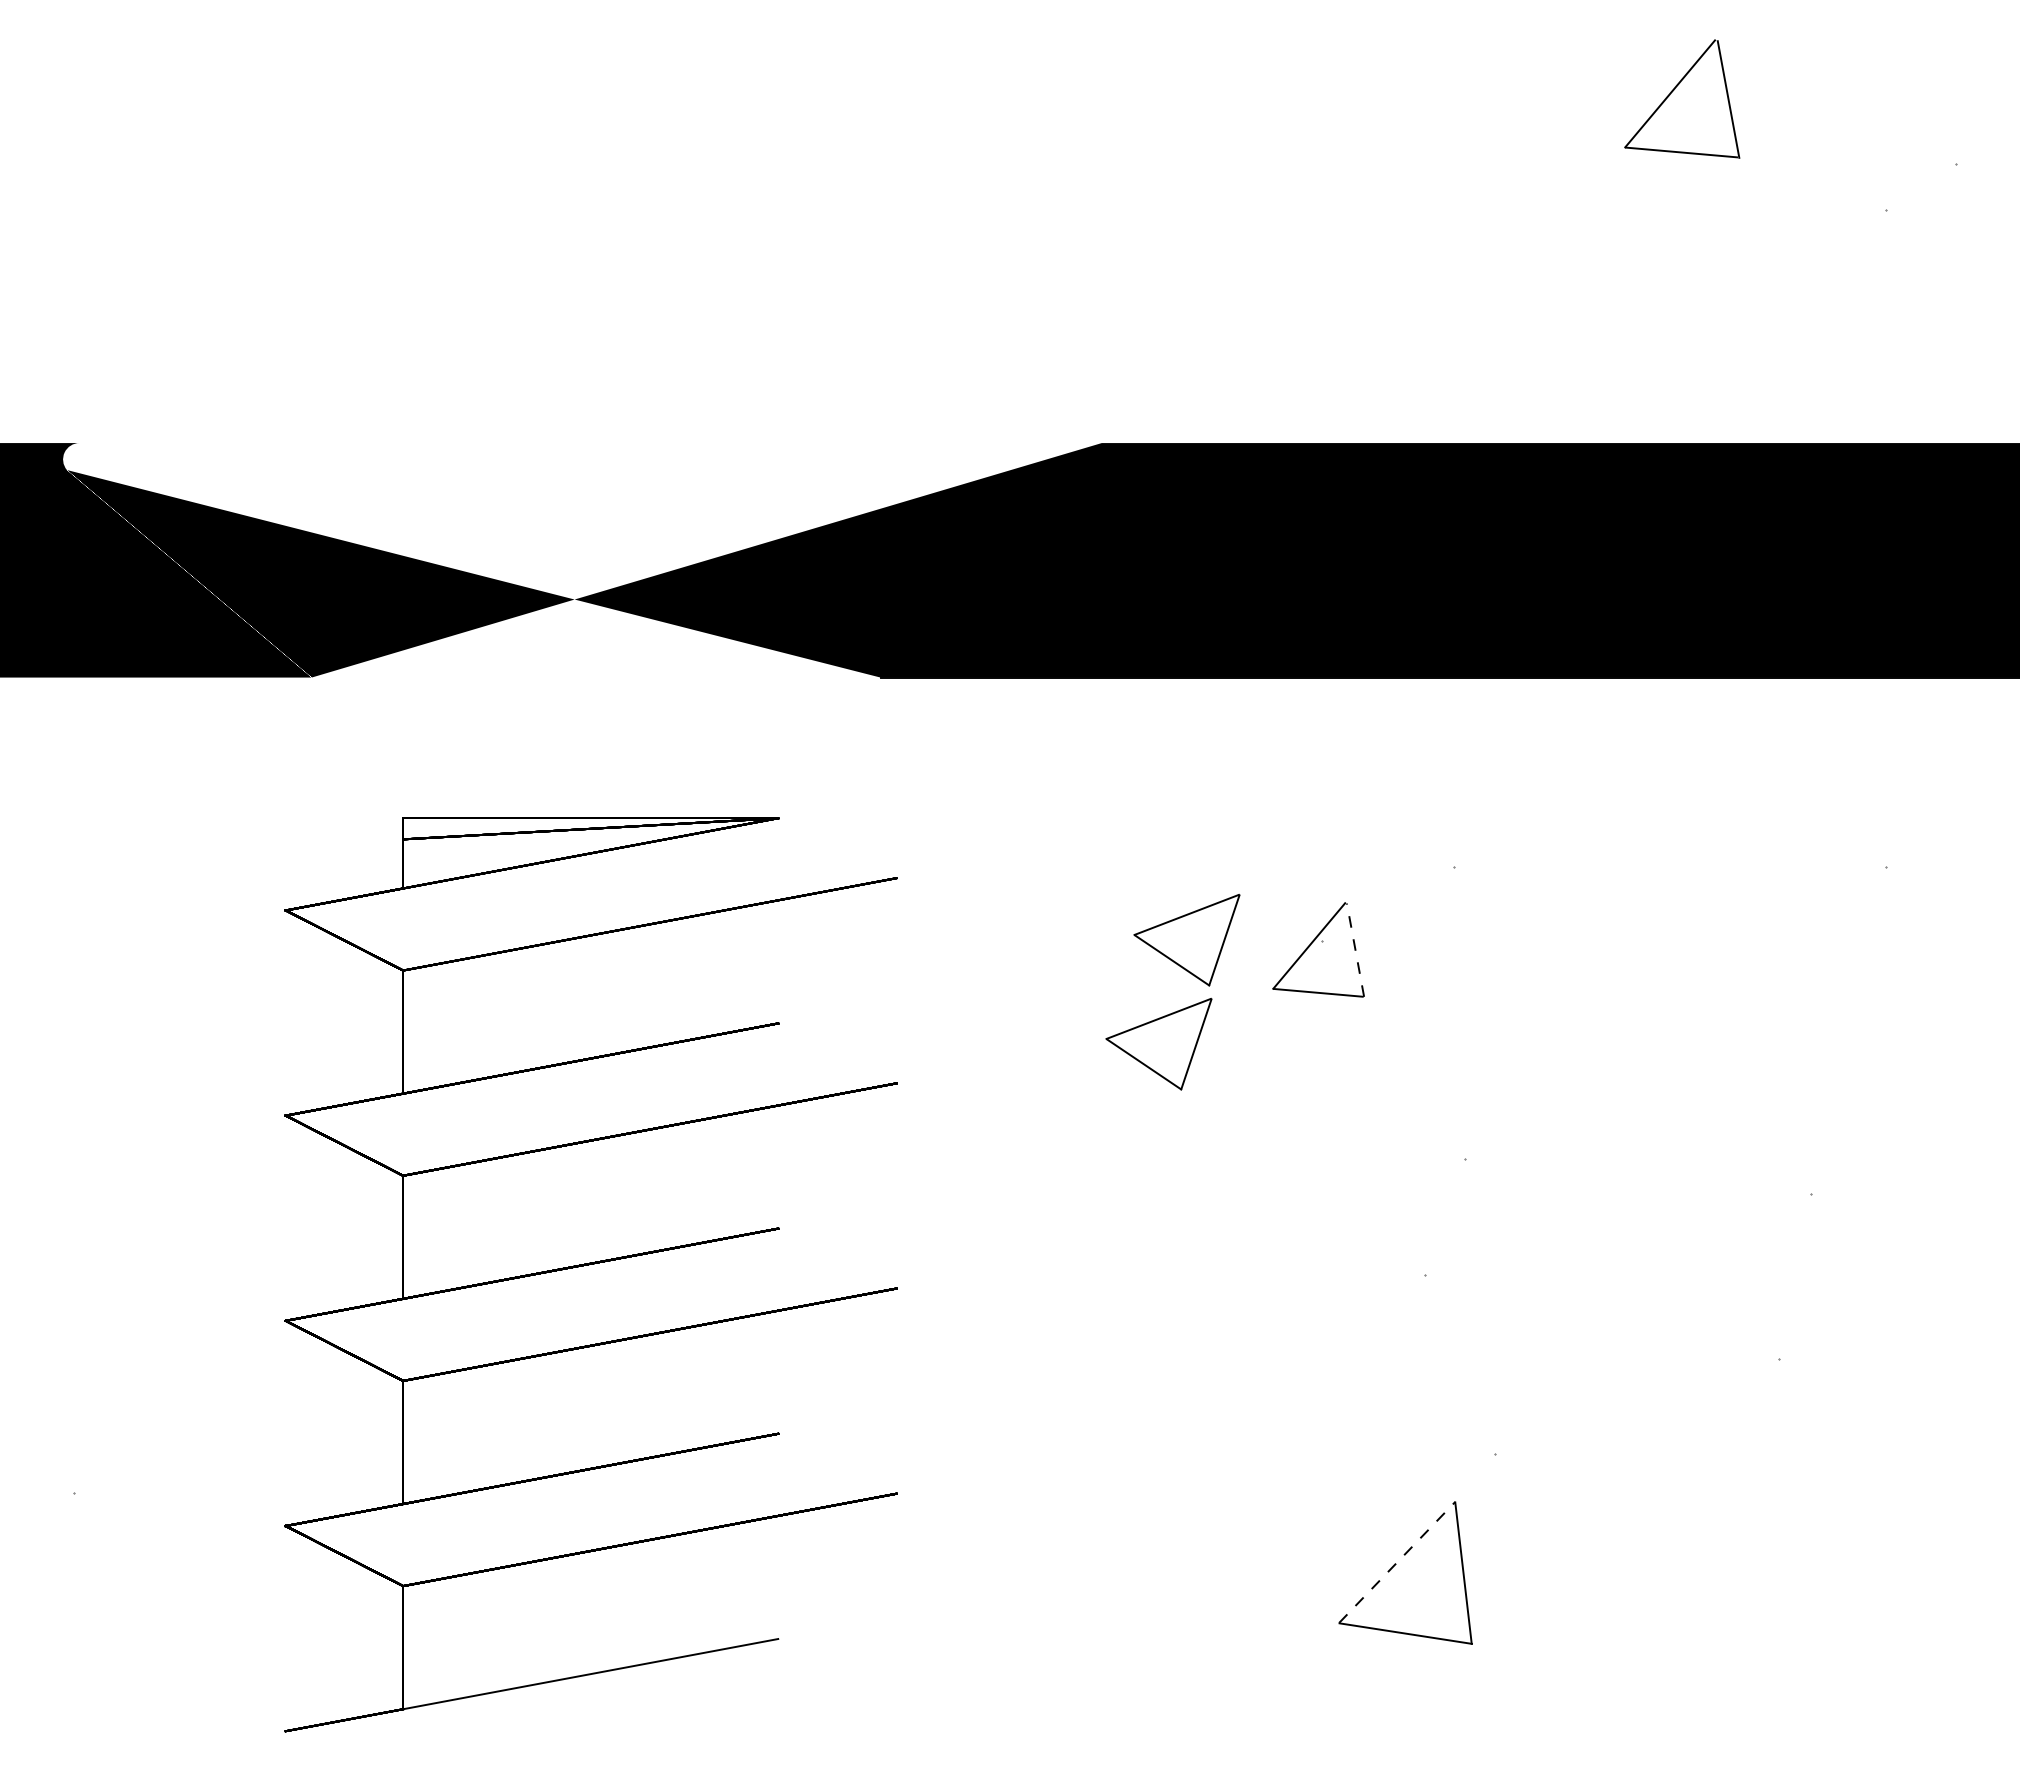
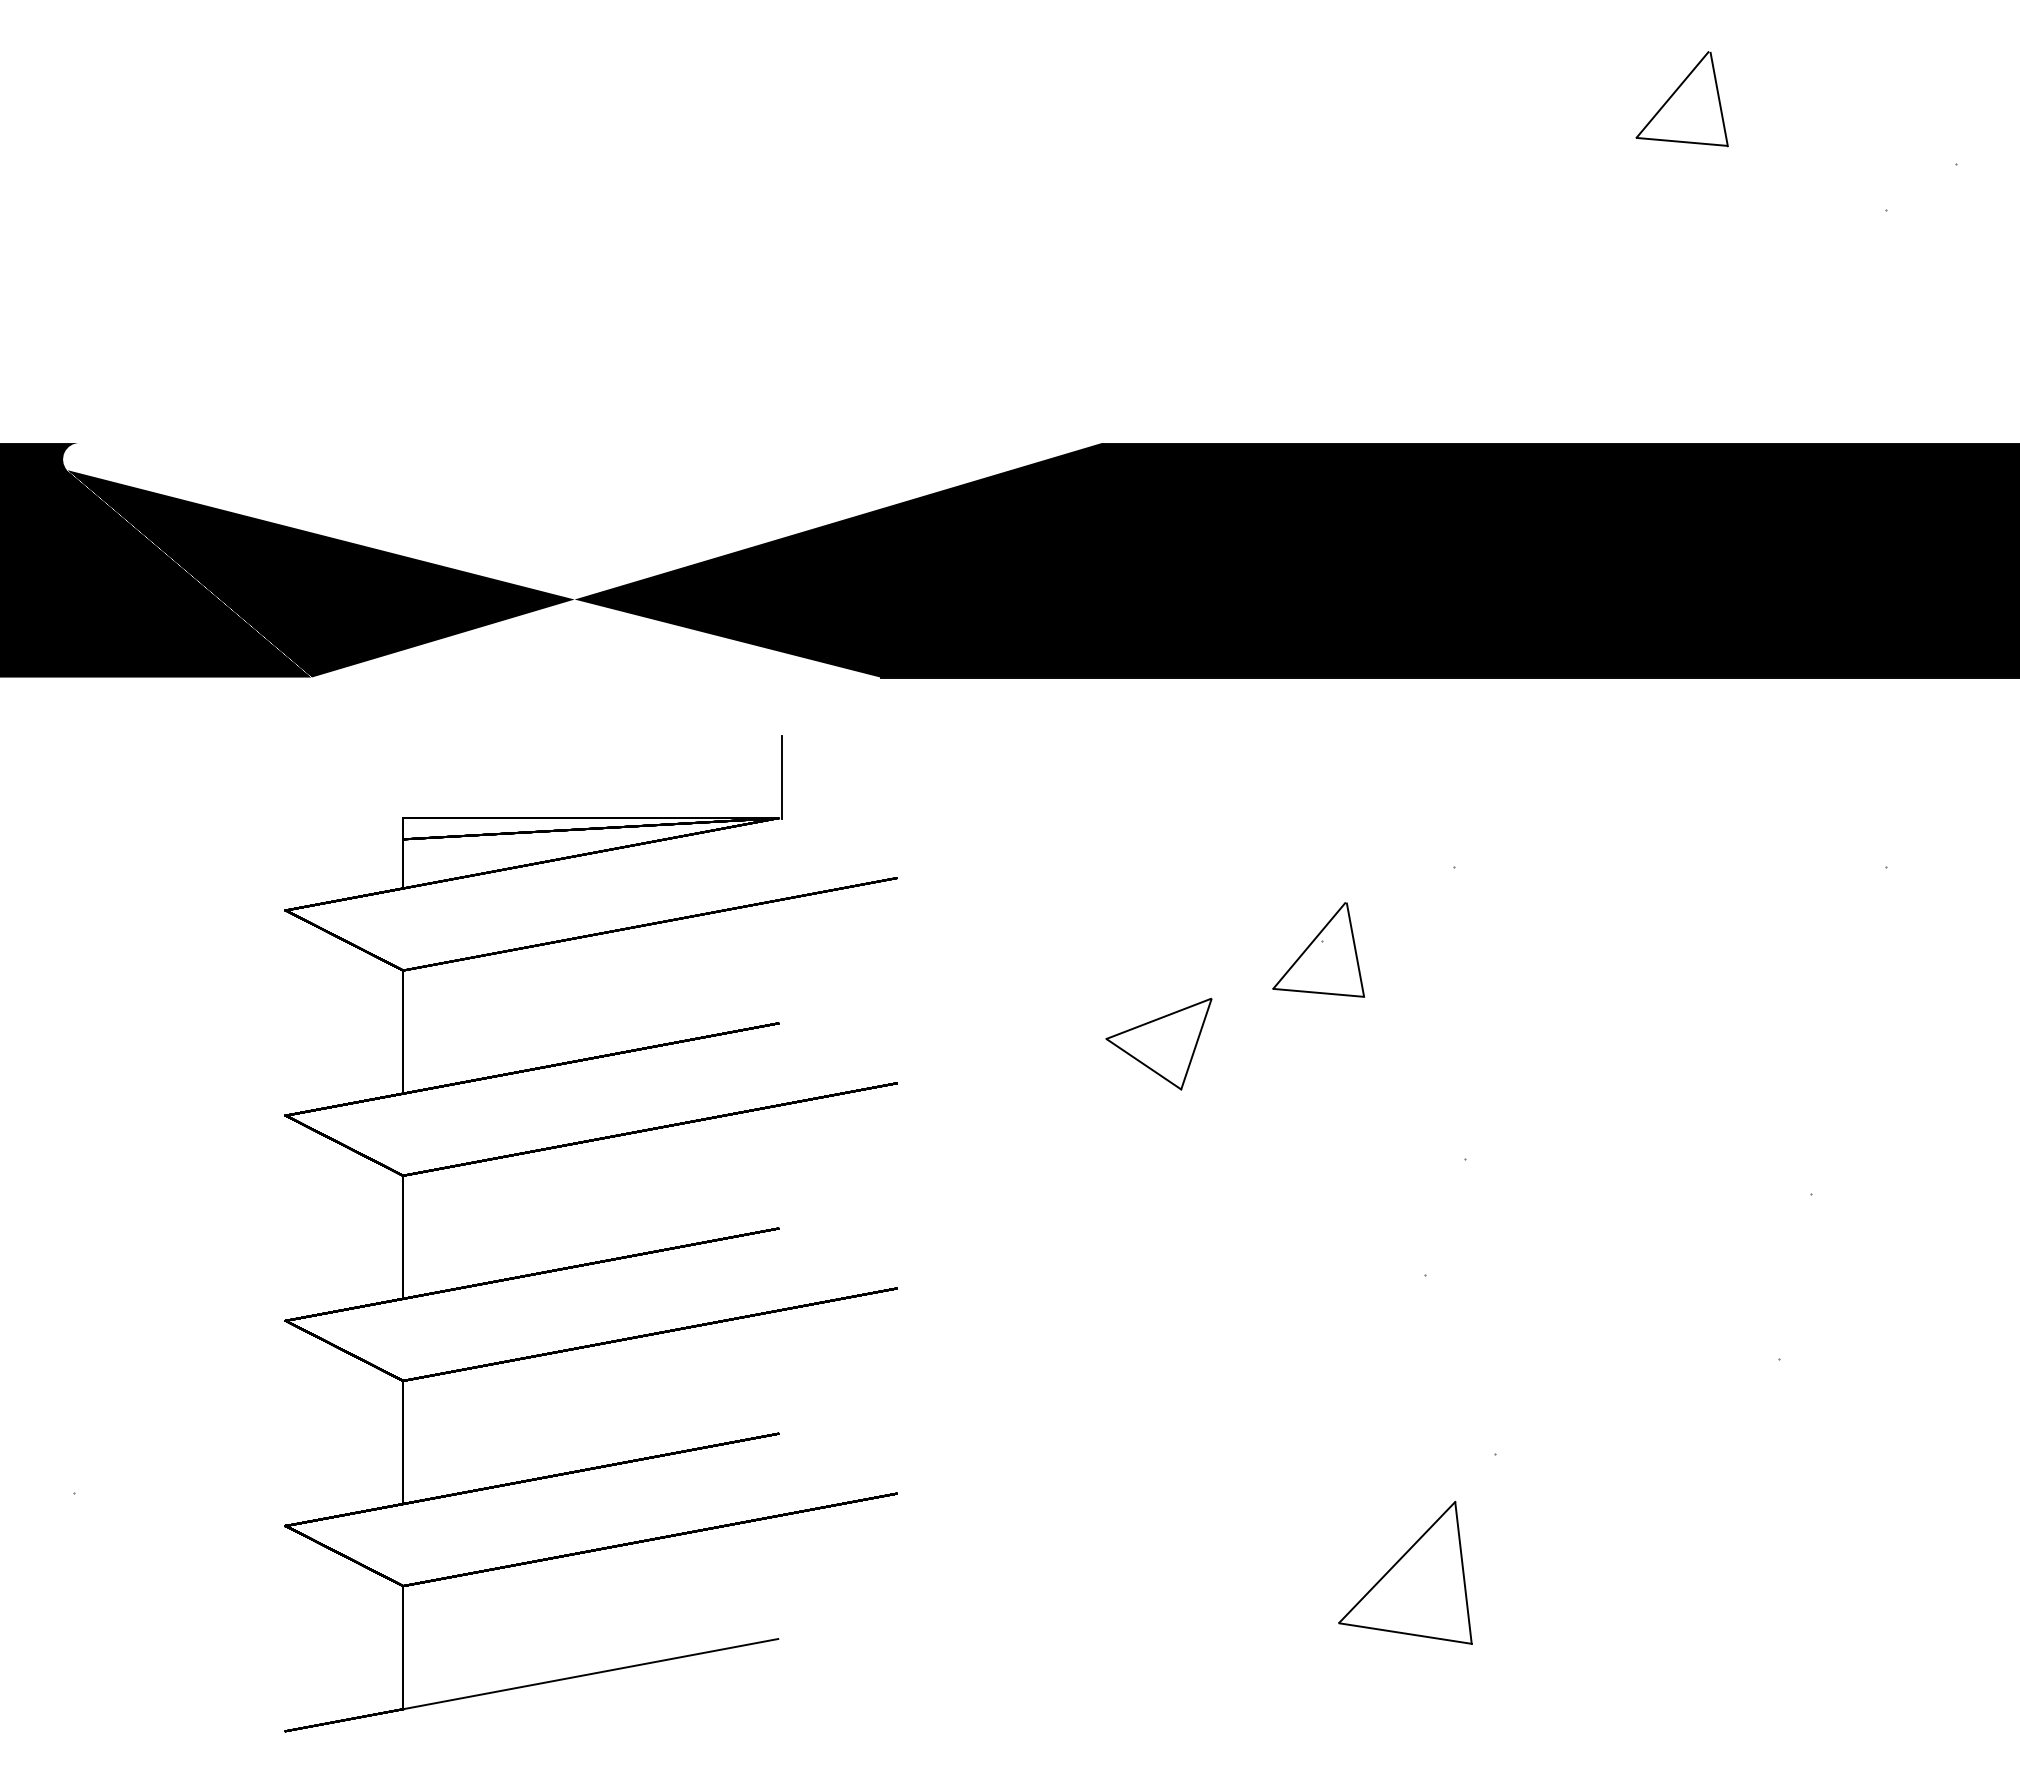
part at (1682, 98) size: 117x120 px -> 94x97 px
line at (782, 777): none -> present
part at (1186, 939): present -> none
line at (1355, 949): dashed -> solid
line at (1397, 1562): dashed -> solid
